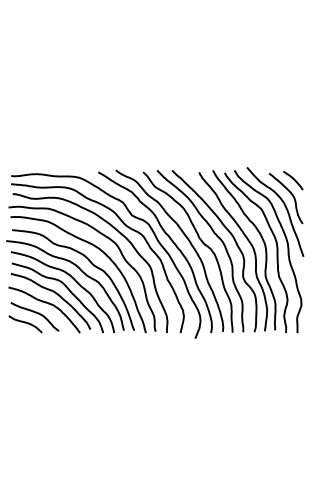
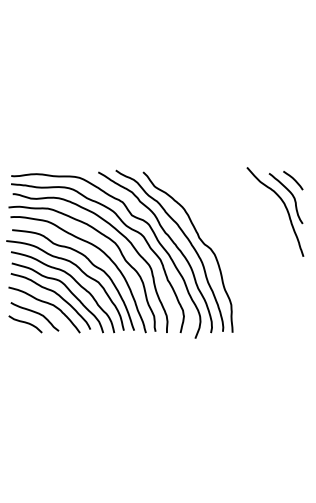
part at (229, 251): present -> none
